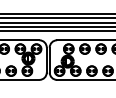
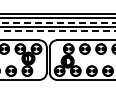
line at (58, 22): solid -> dashed
line at (58, 31): solid -> dashed
